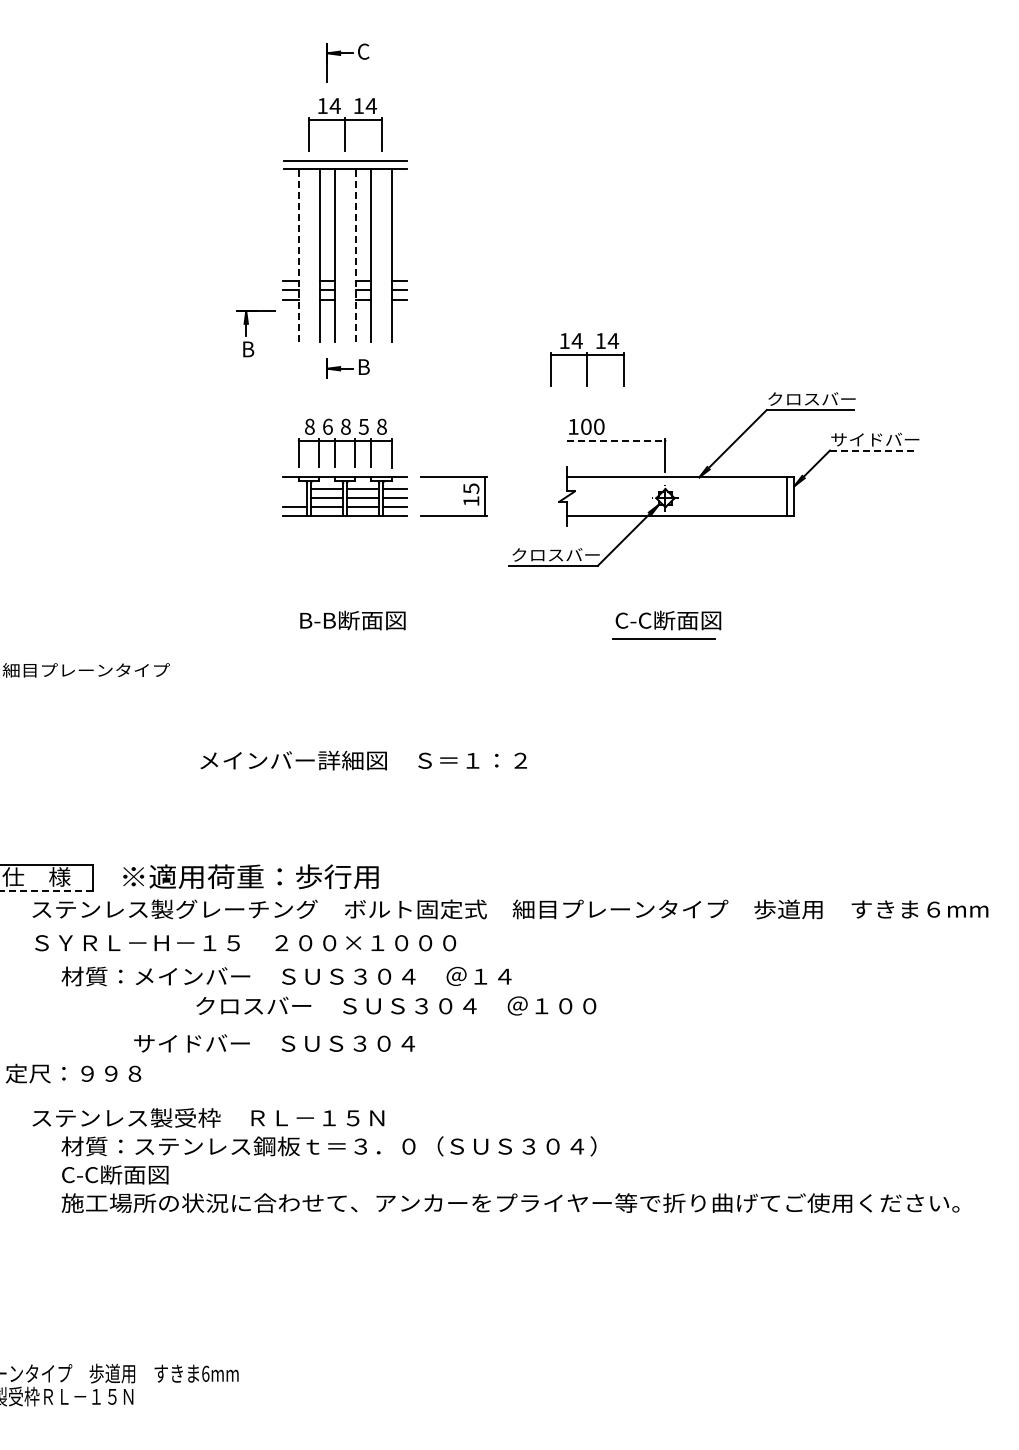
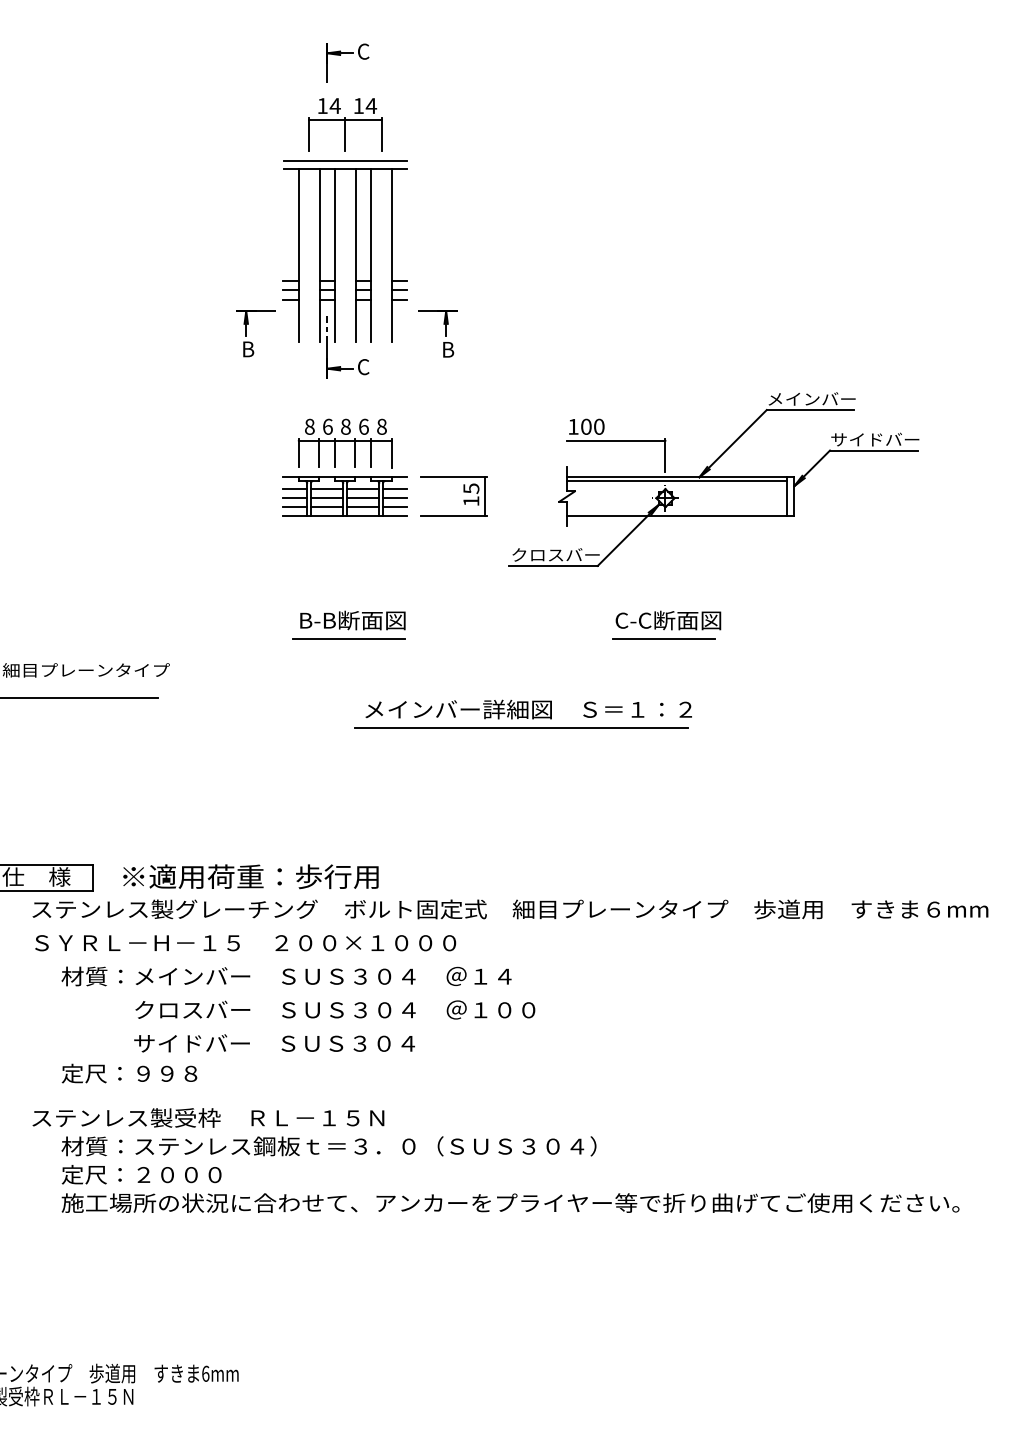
line at (299, 255): dashed -> solid
line at (355, 255): dashed -> solid
part at (445, 333): none -> present
line at (327, 336): none -> present
part at (587, 359): present -> none
text at (363, 367): B -> C
text at (793, 398): クロスバー -> メインバー
text at (363, 426): 5 -> 6
line at (616, 440): dashed -> solid
line at (873, 450): dashed -> solid
line at (676, 480): none -> present
line at (294, 489): none -> present
line at (294, 498): none -> present
line at (348, 639): none -> present
line at (79, 698): none -> present
line at (520, 728): none -> present
text at (363, 760) position: (363, 760) -> (528, 709)
line at (46, 890): dashed -> solid
text at (396, 1005) position: (396, 1005) -> (335, 1009)
text at (73, 1073) position: (73, 1073) -> (129, 1073)
text at (141, 1174): C-C断面図 -> 定尺：２０００
